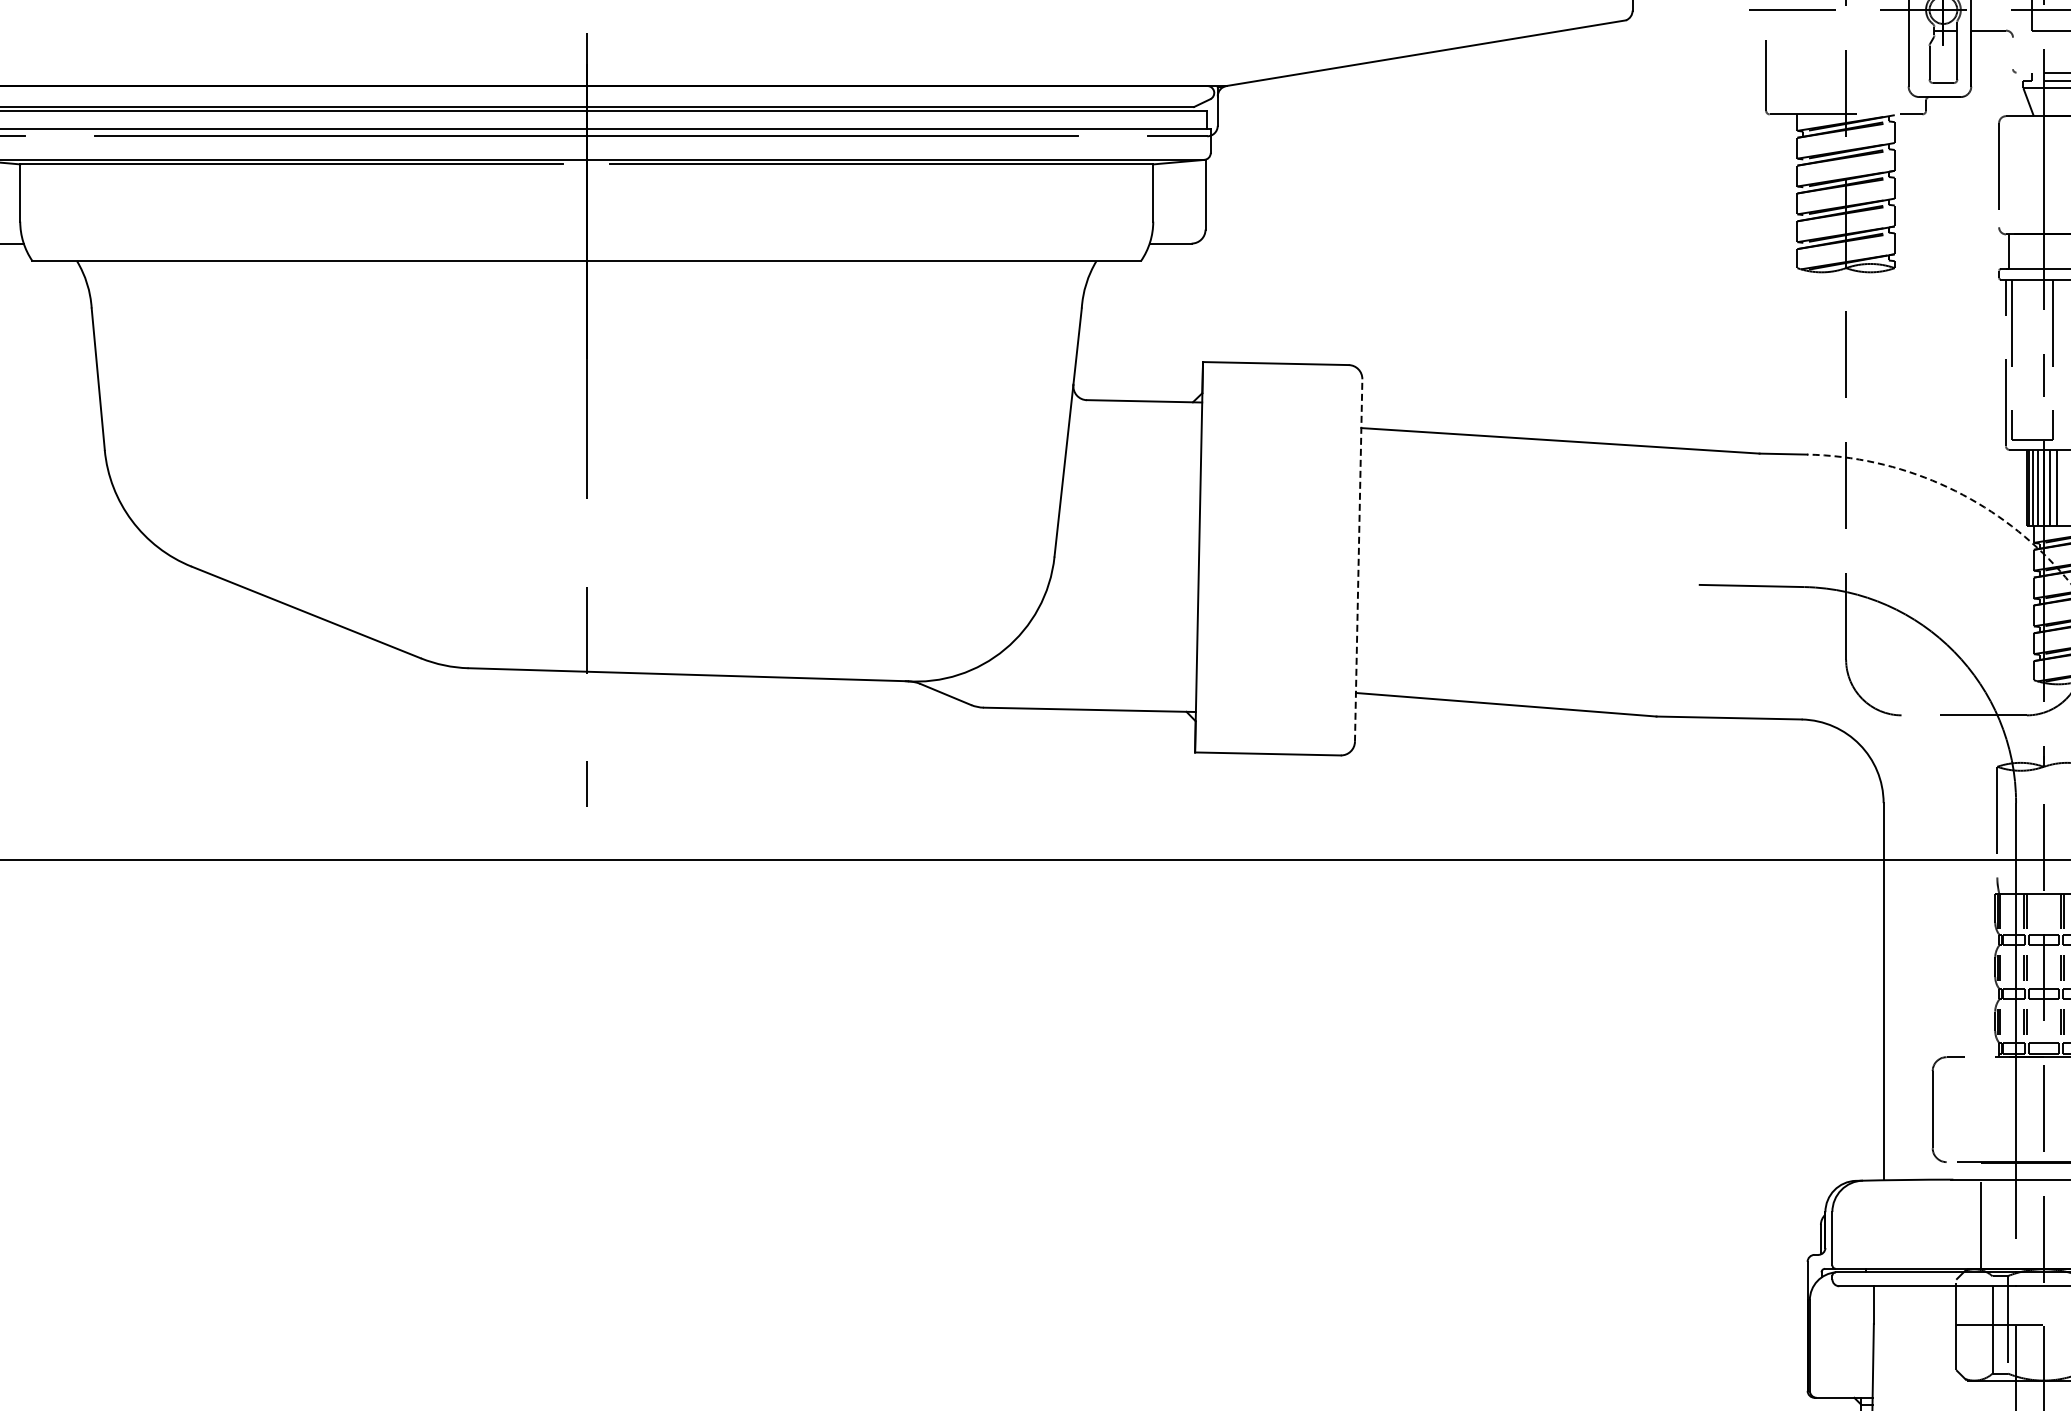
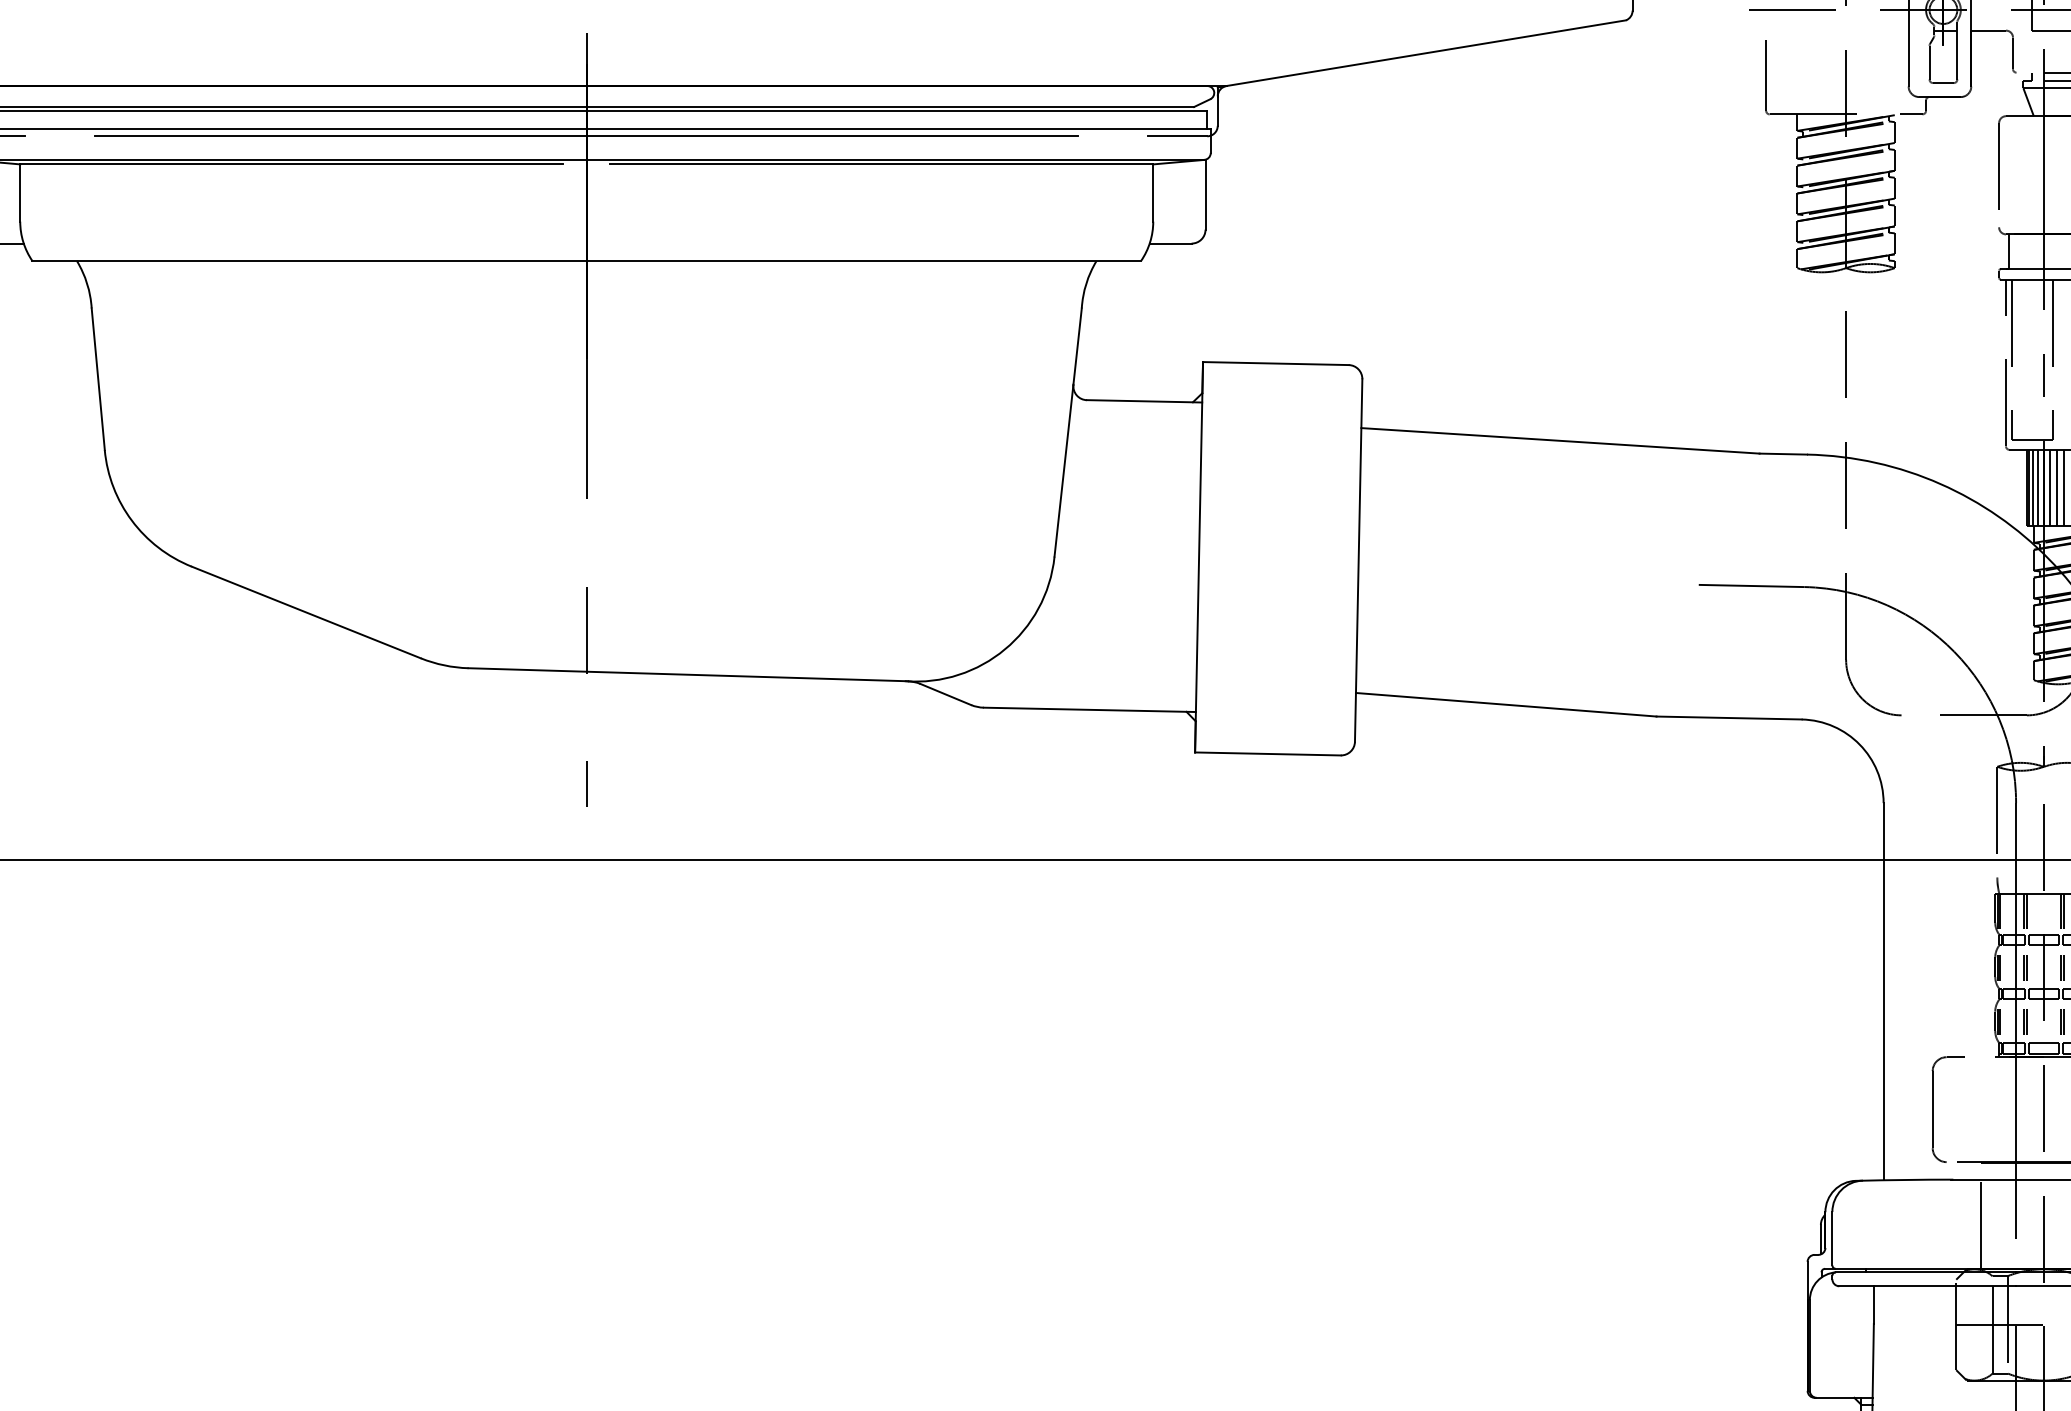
line at (2012, 53): none -> present
line at (2064, 487): none -> present
arc at (1953, 490): dashed -> solid
line at (1358, 560): dashed -> solid
